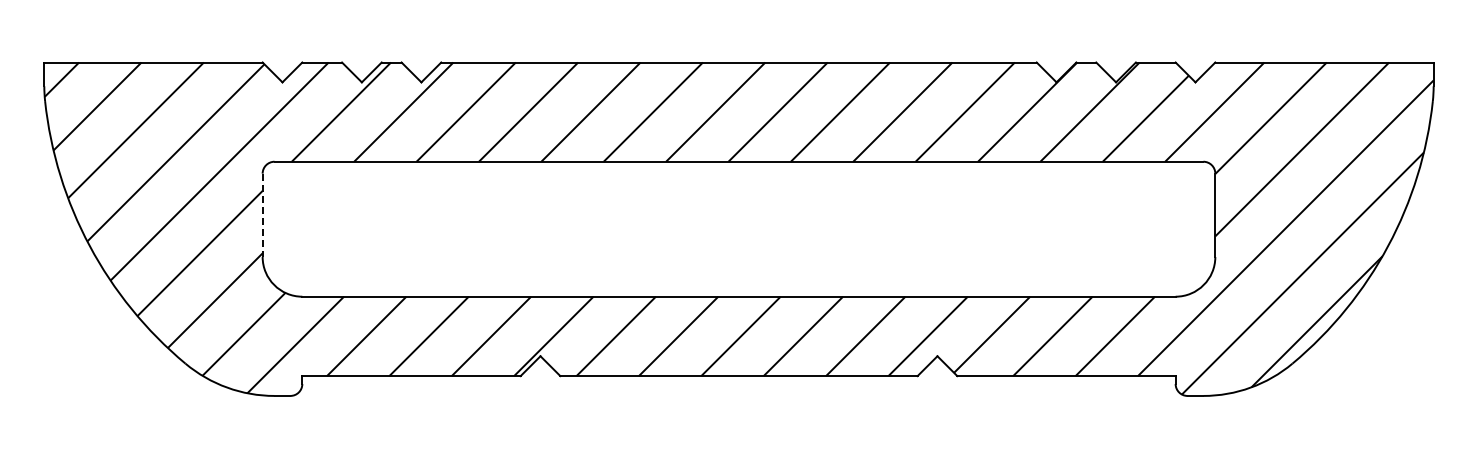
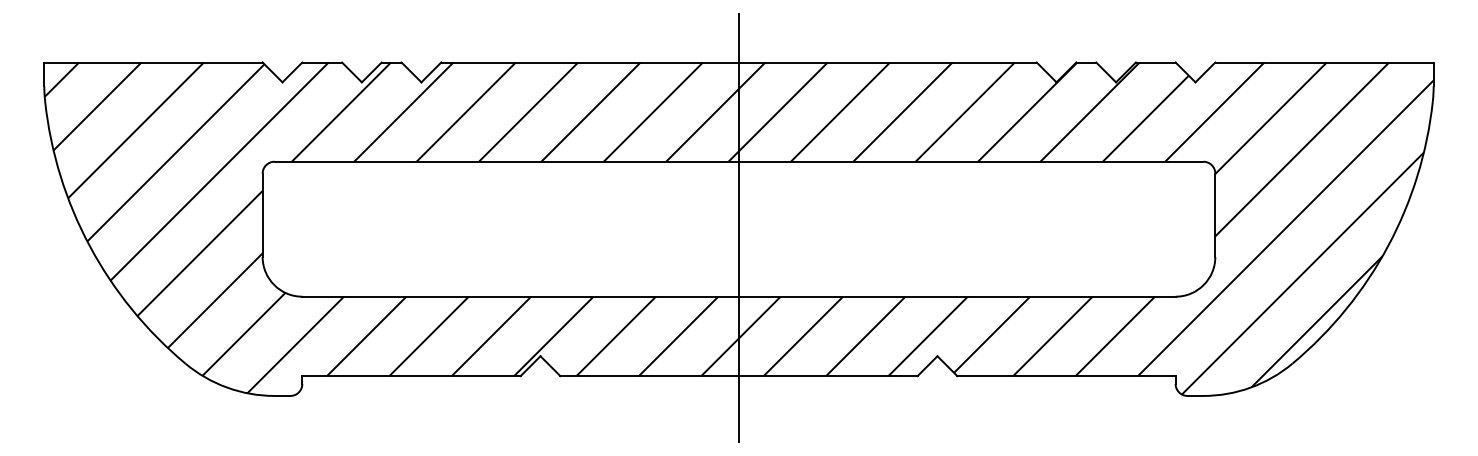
line at (262, 215): dashed -> solid
line at (738, 227): none -> present
